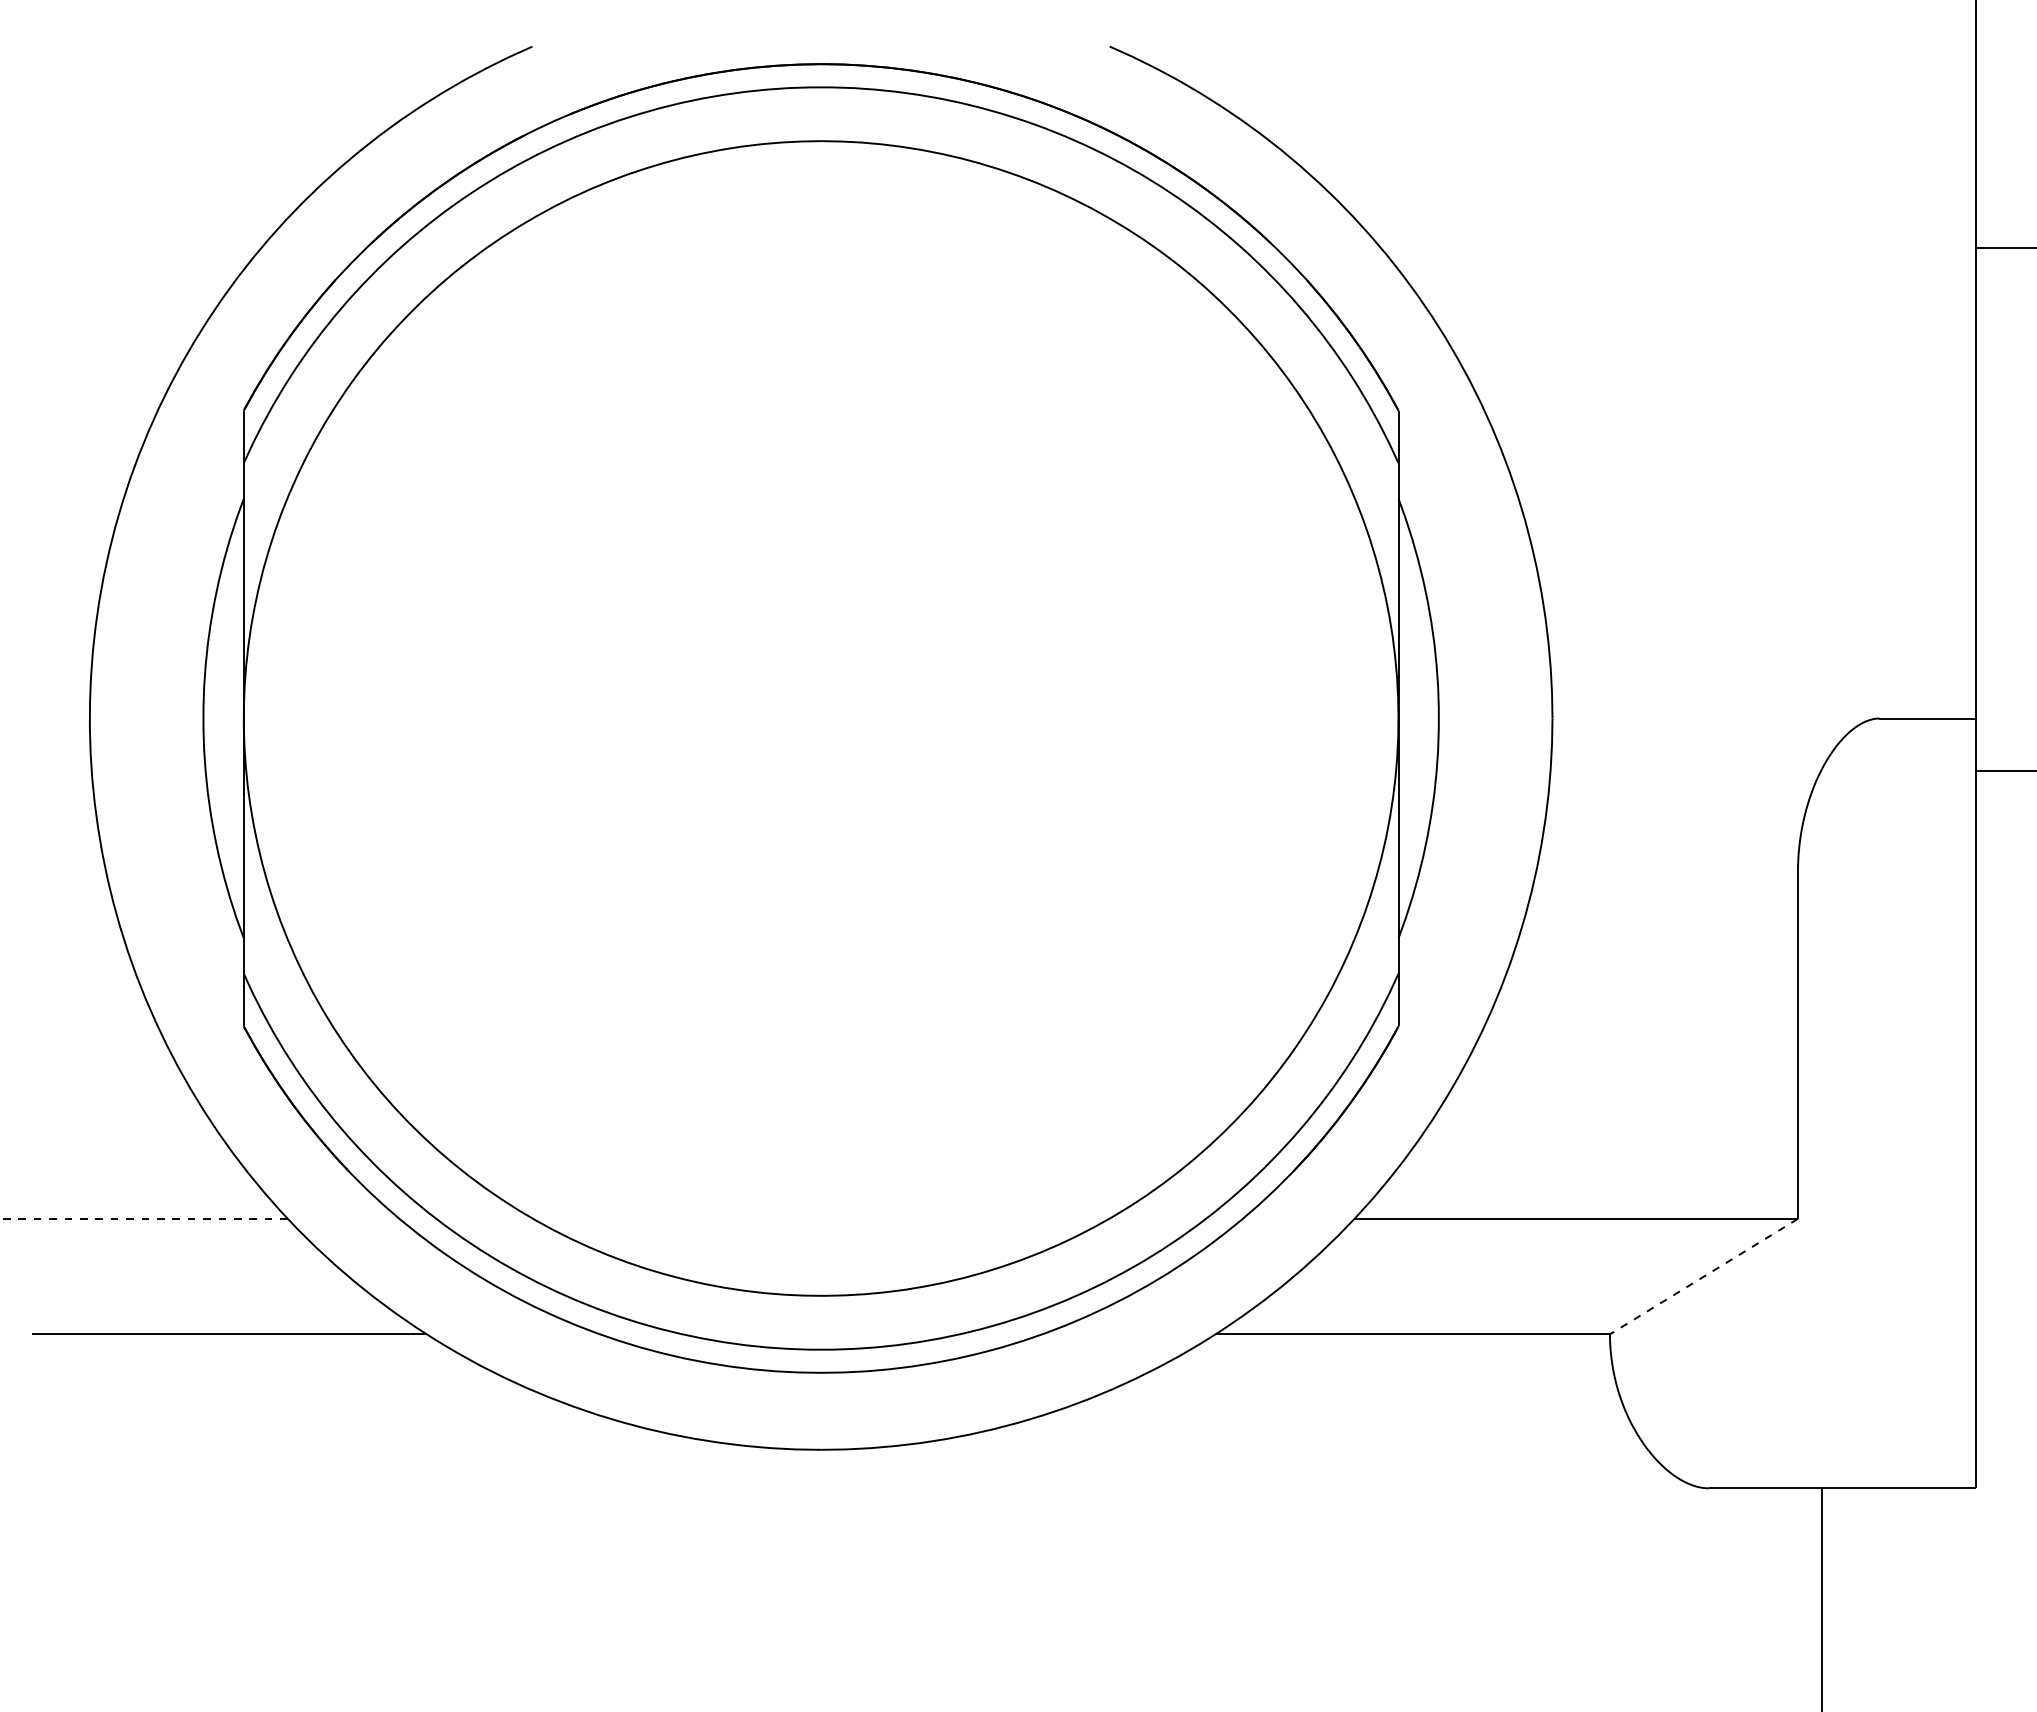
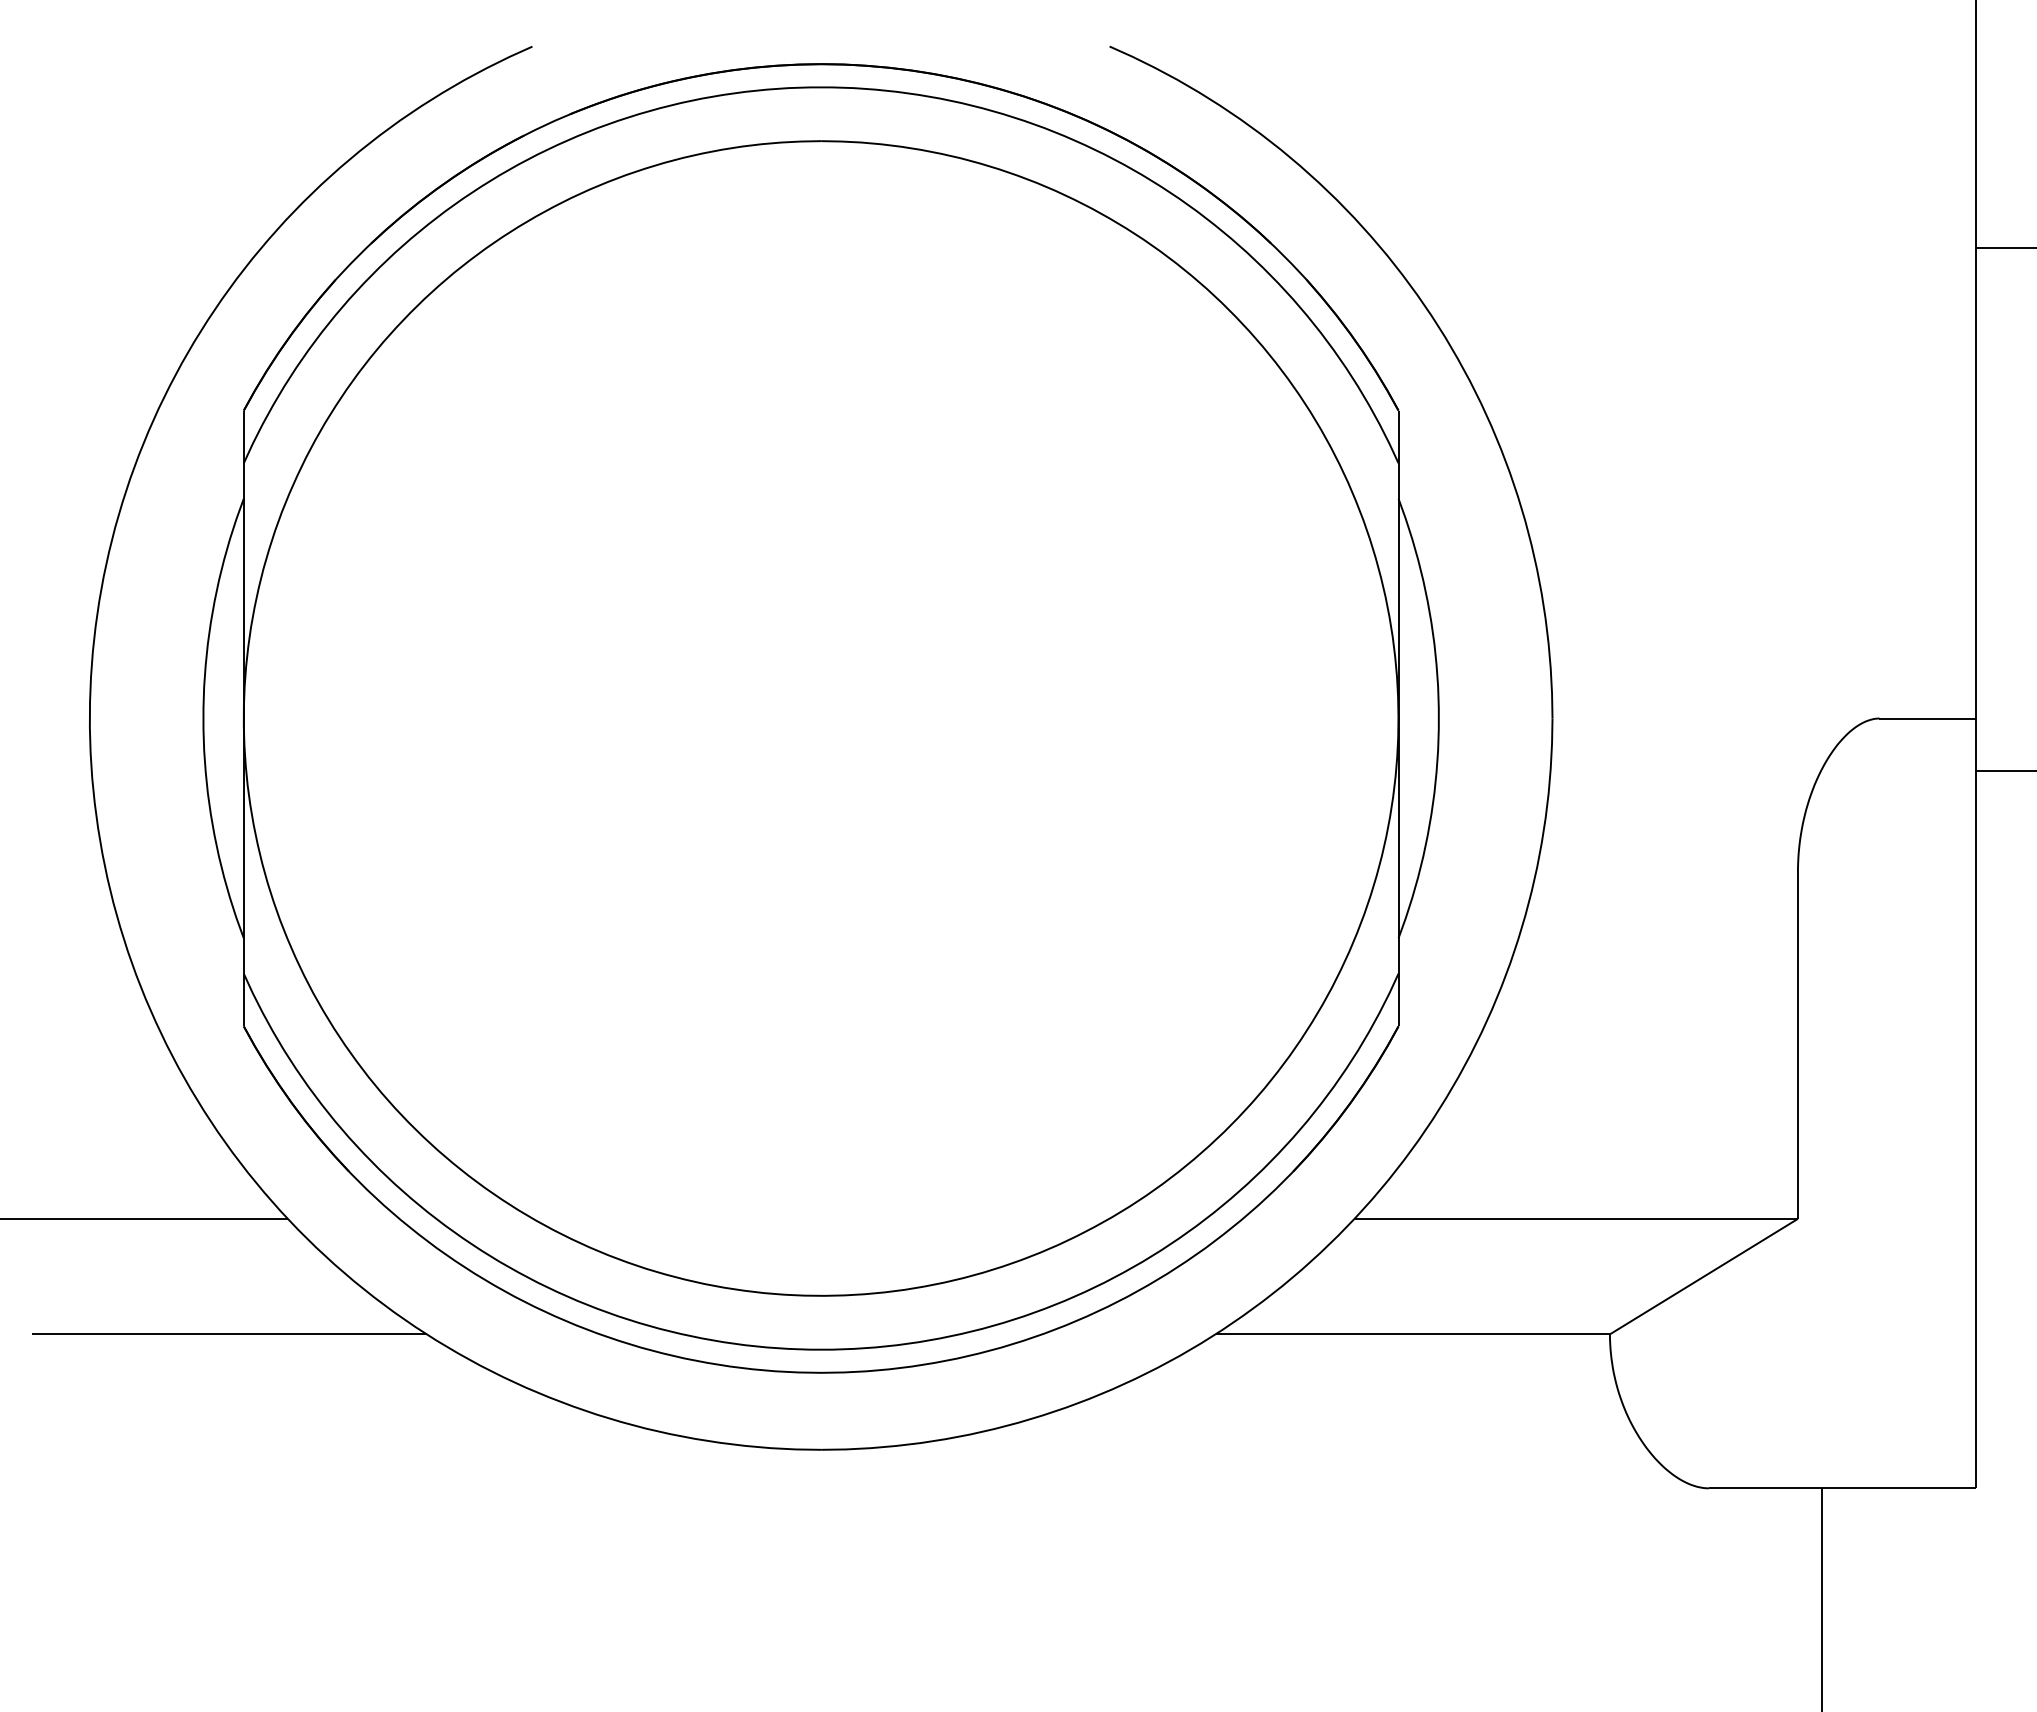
line at (143, 1218): dashed -> solid
line at (1703, 1276): dashed -> solid
